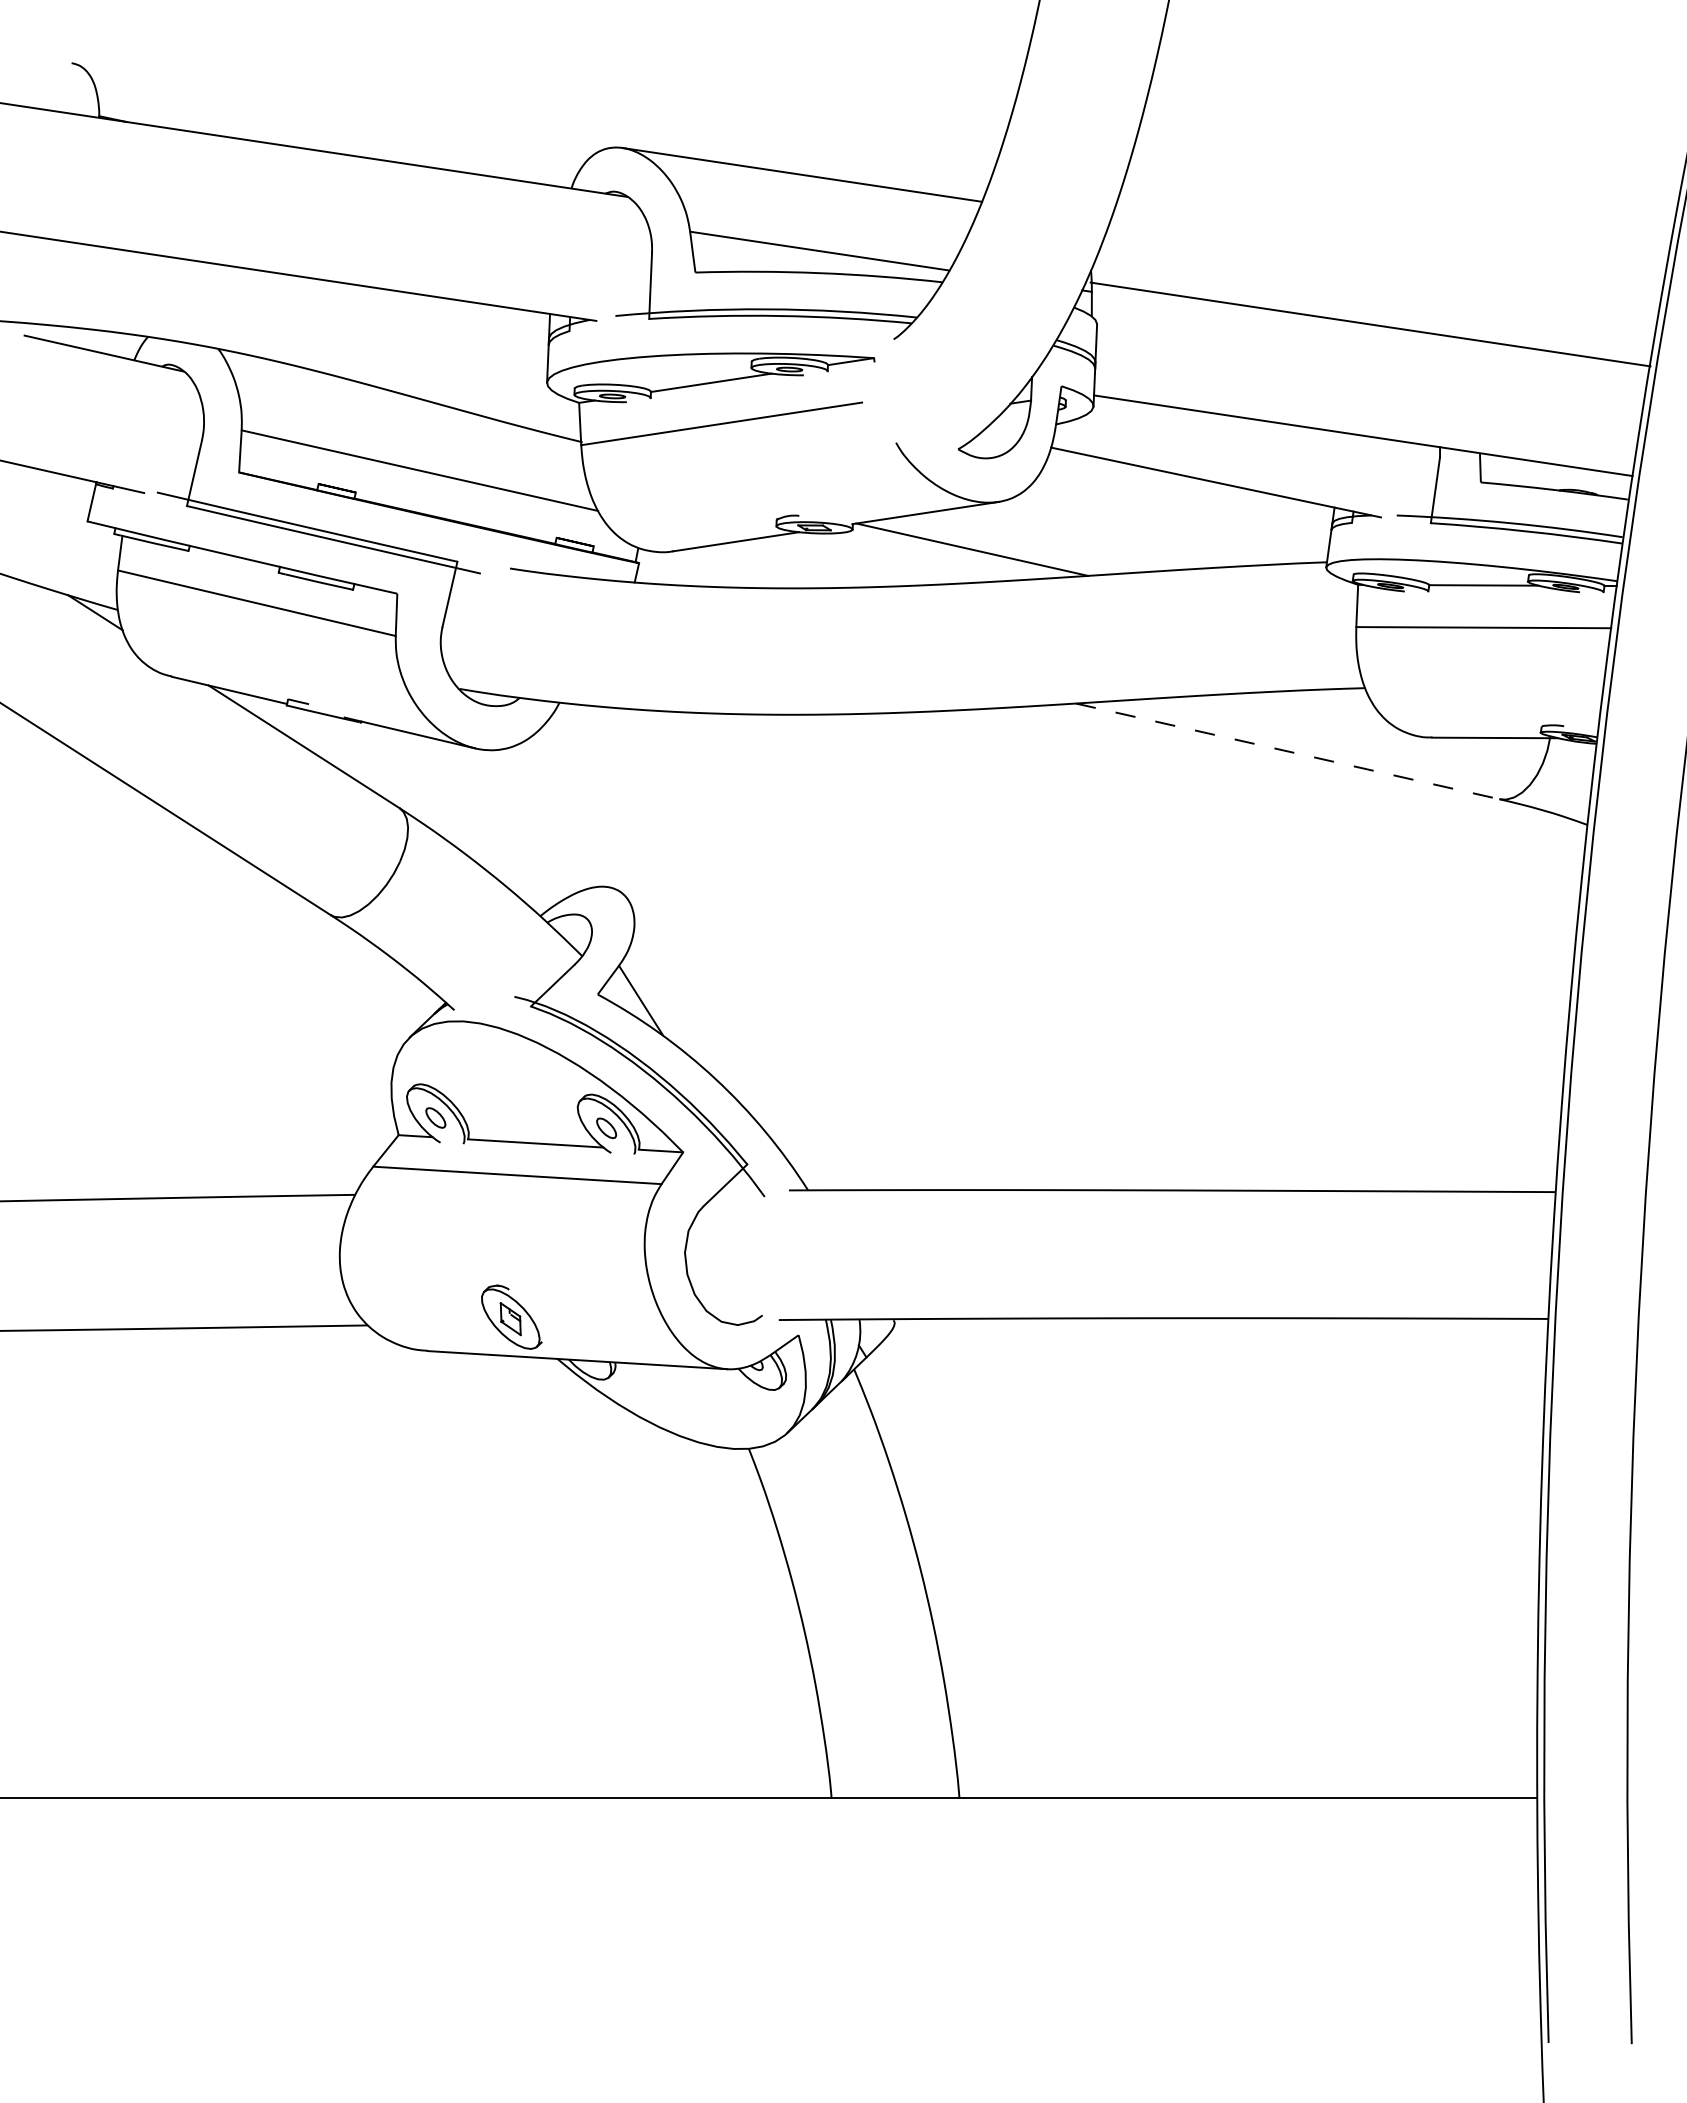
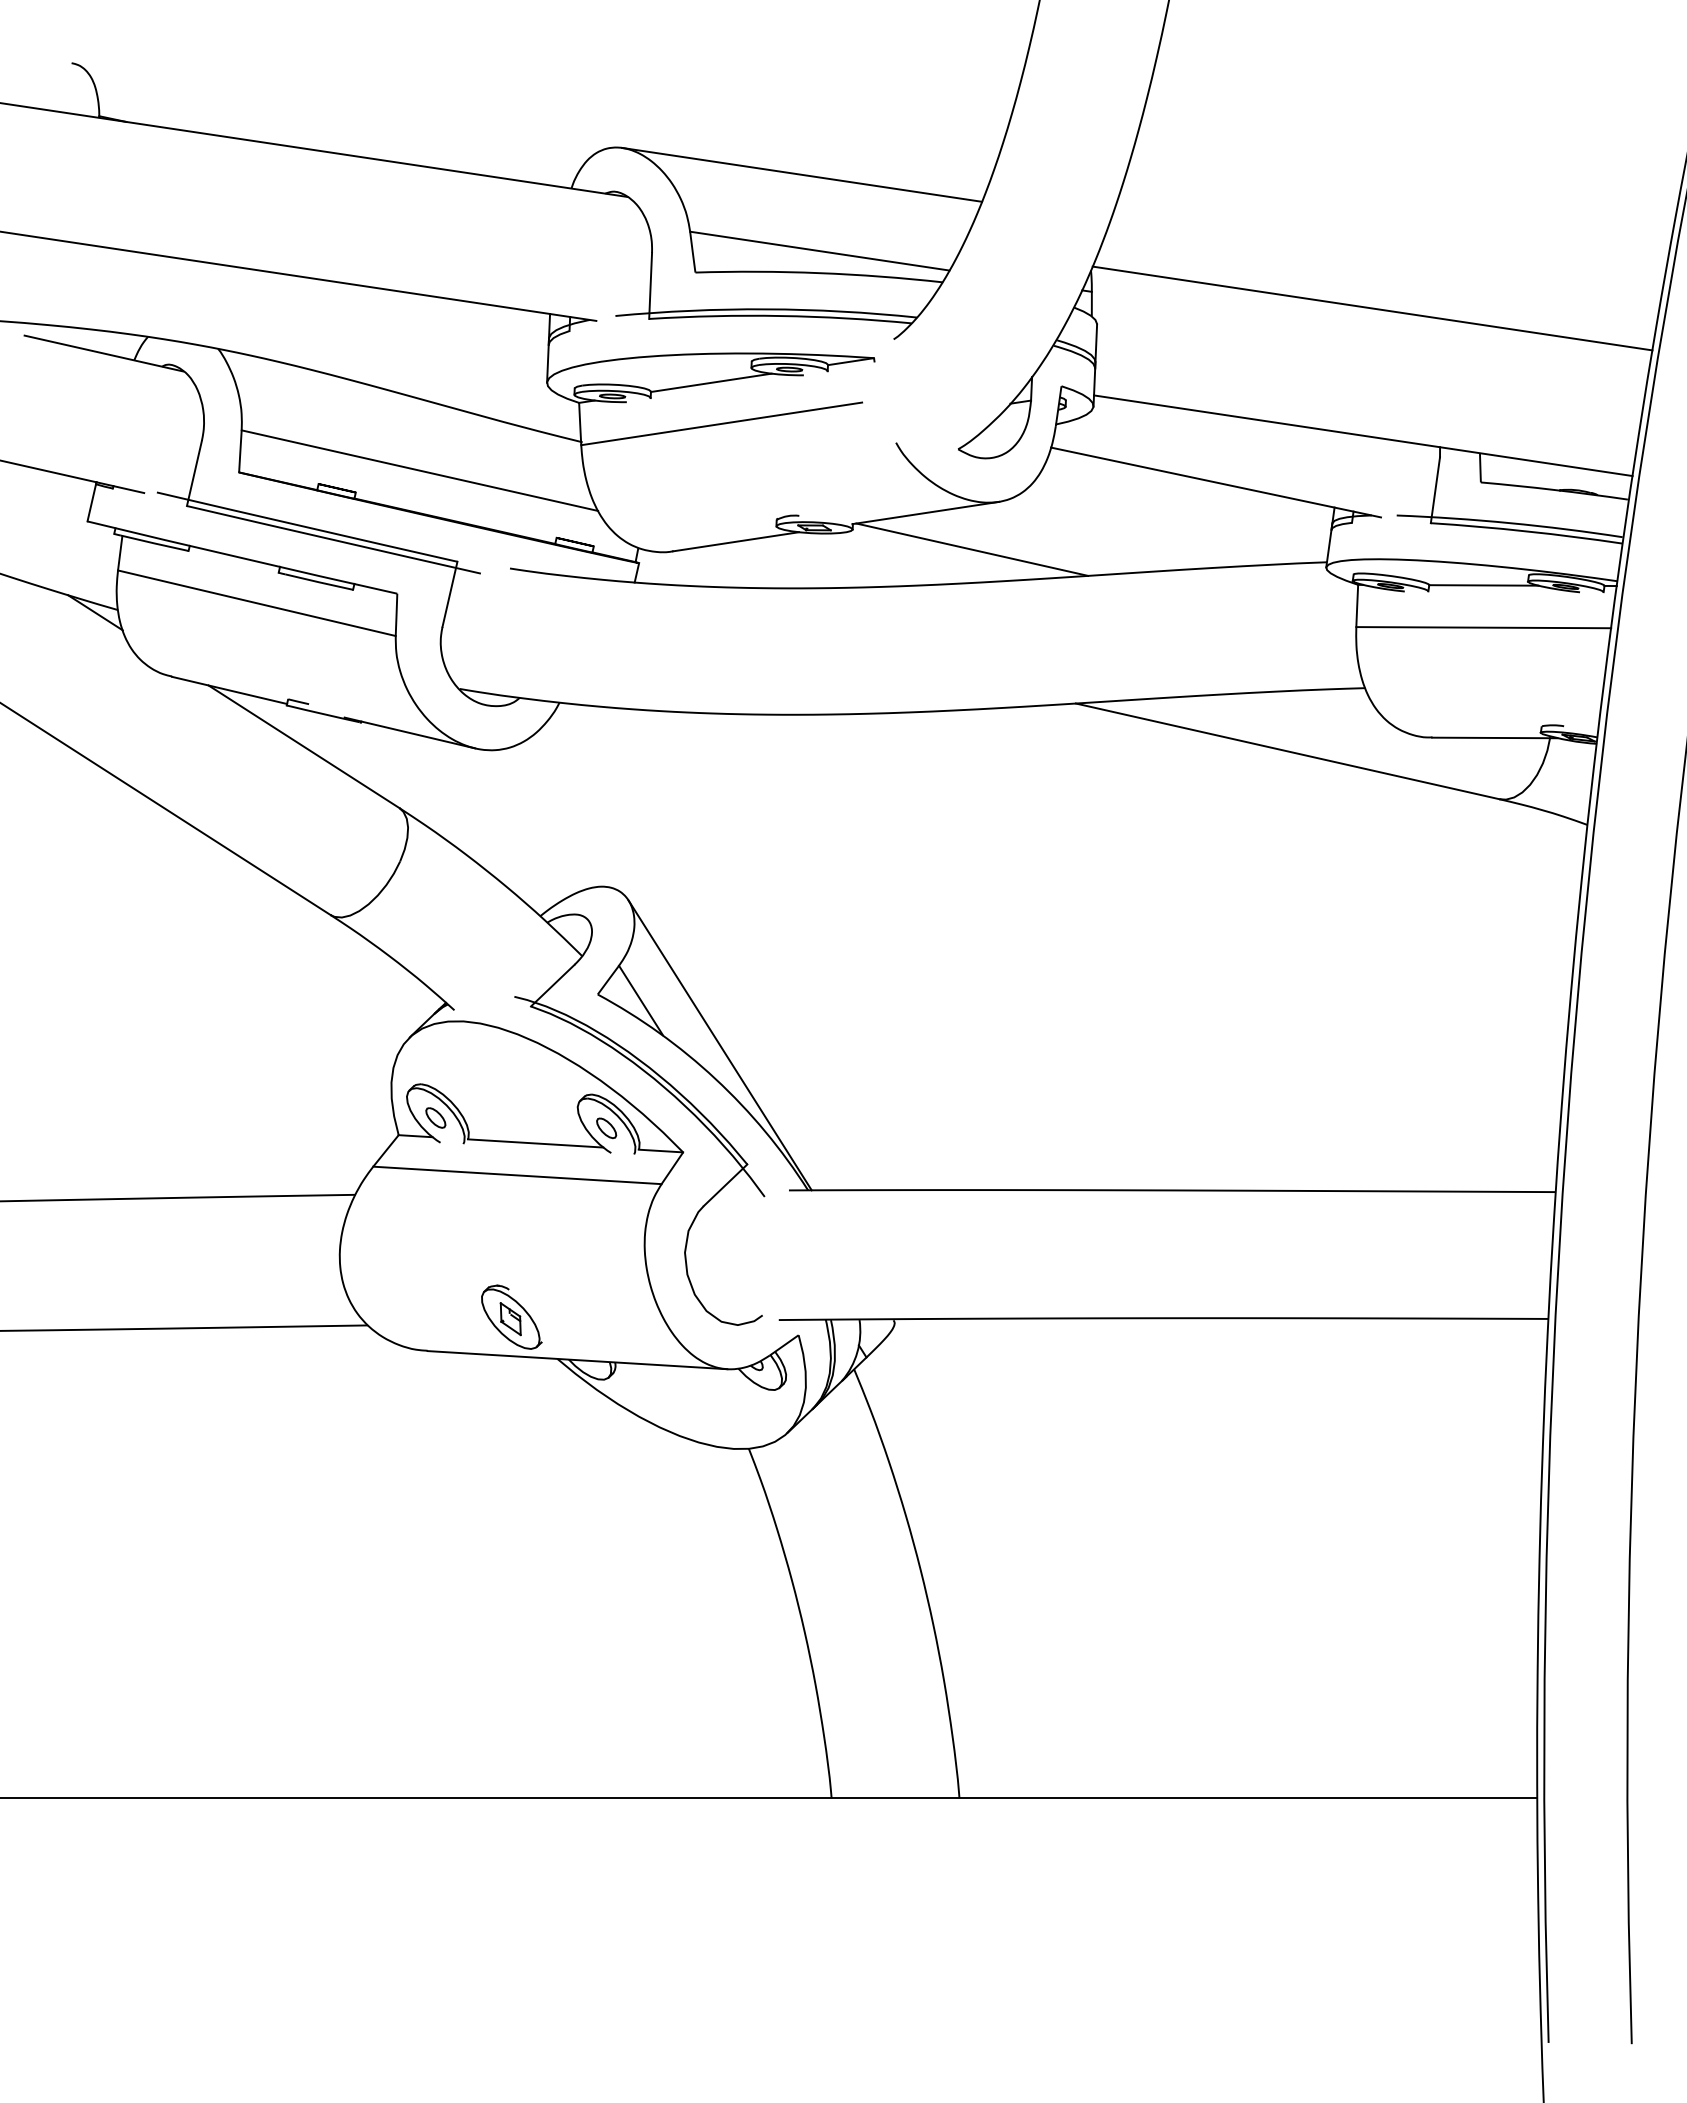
line at (1370, 324) position: (1370, 324) -> (1372, 308)
line at (1288, 751): dashed -> solid
line at (719, 1045): none -> present
